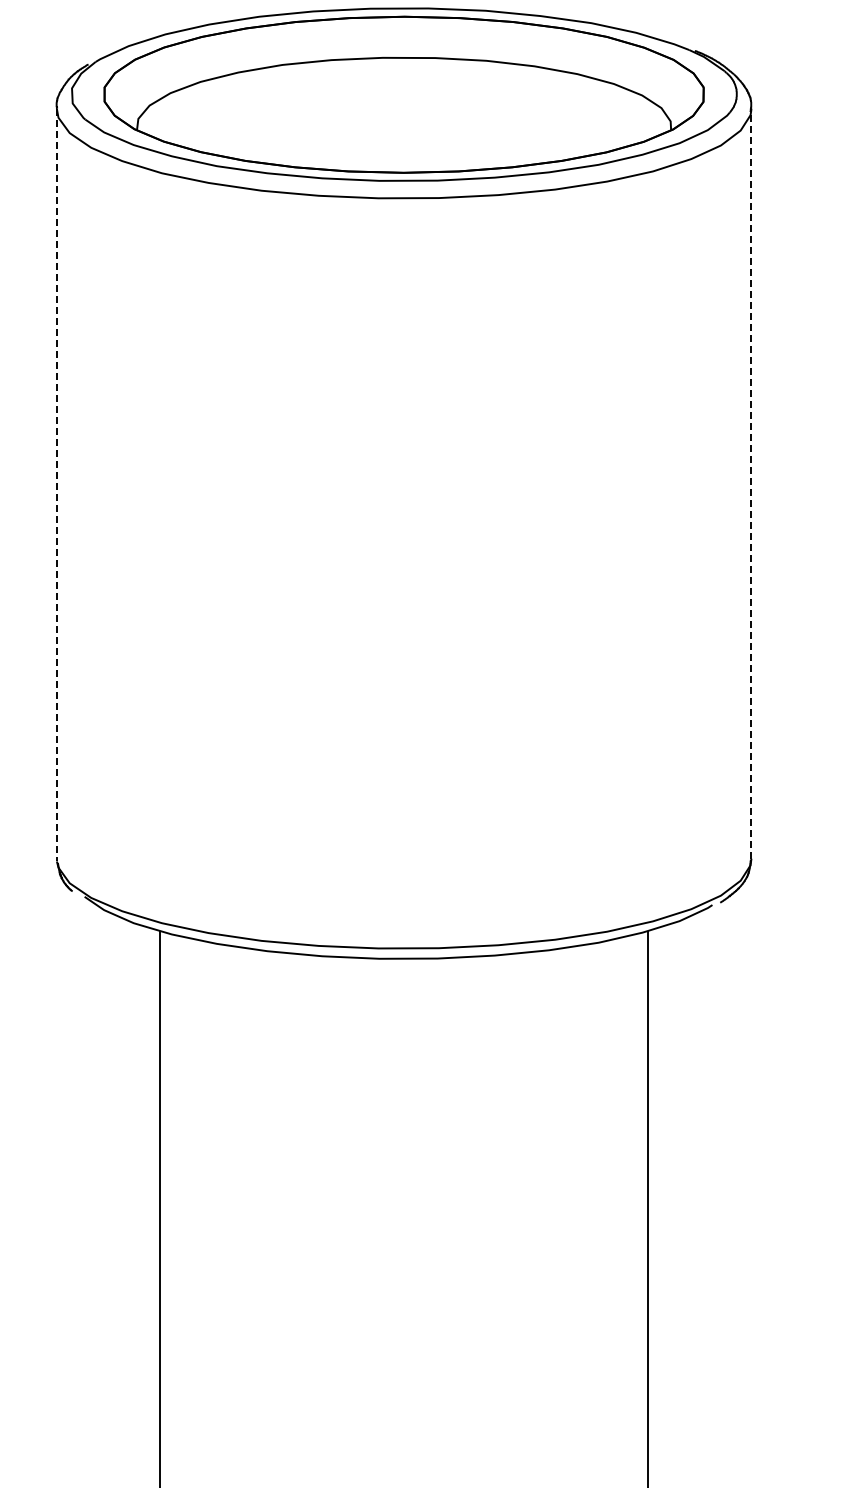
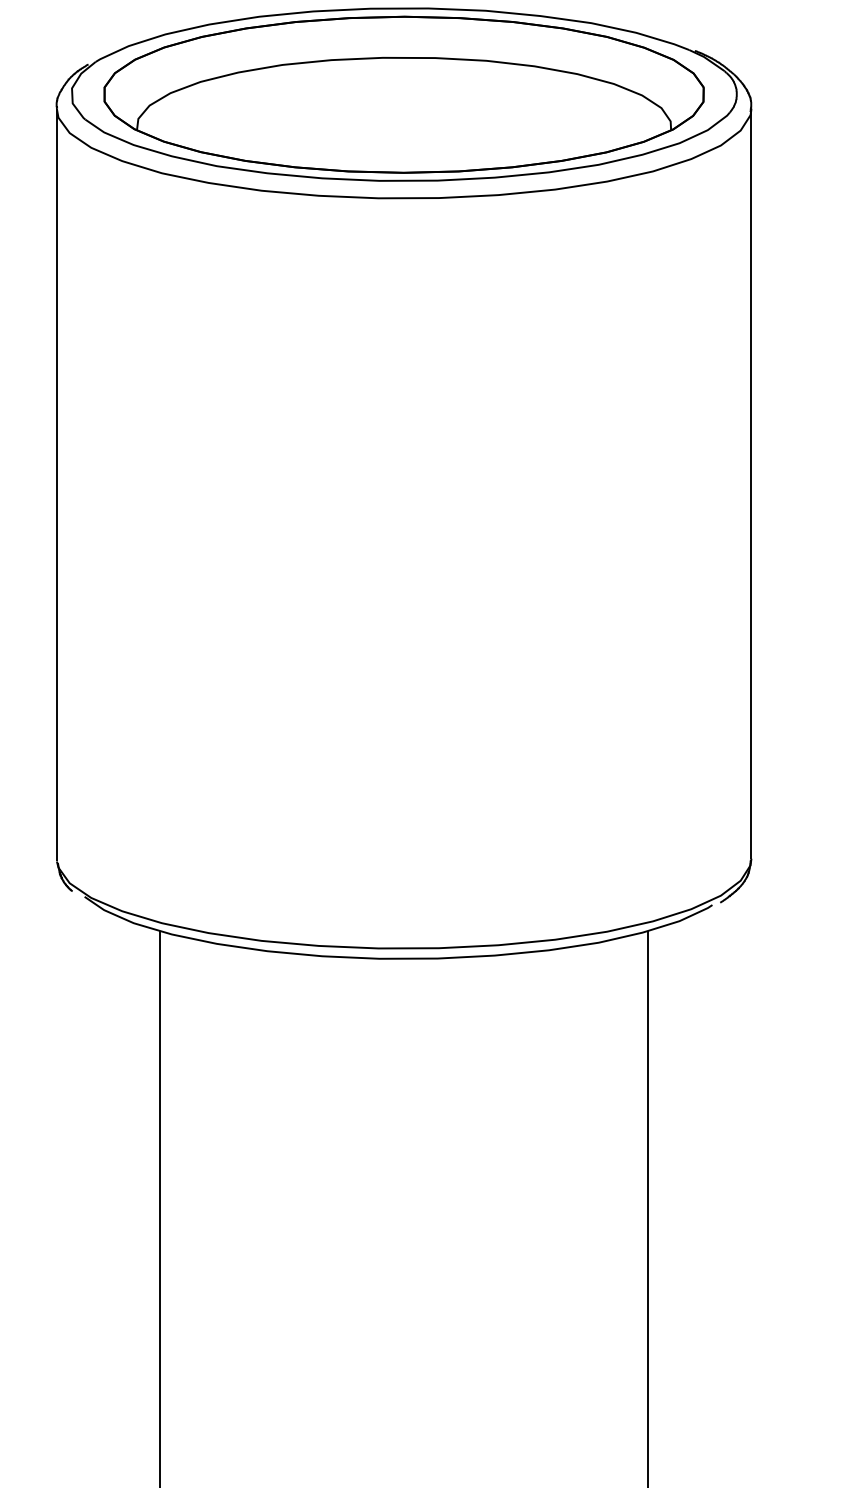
line at (751, 483): dashed -> solid
line at (56, 484): dashed -> solid
